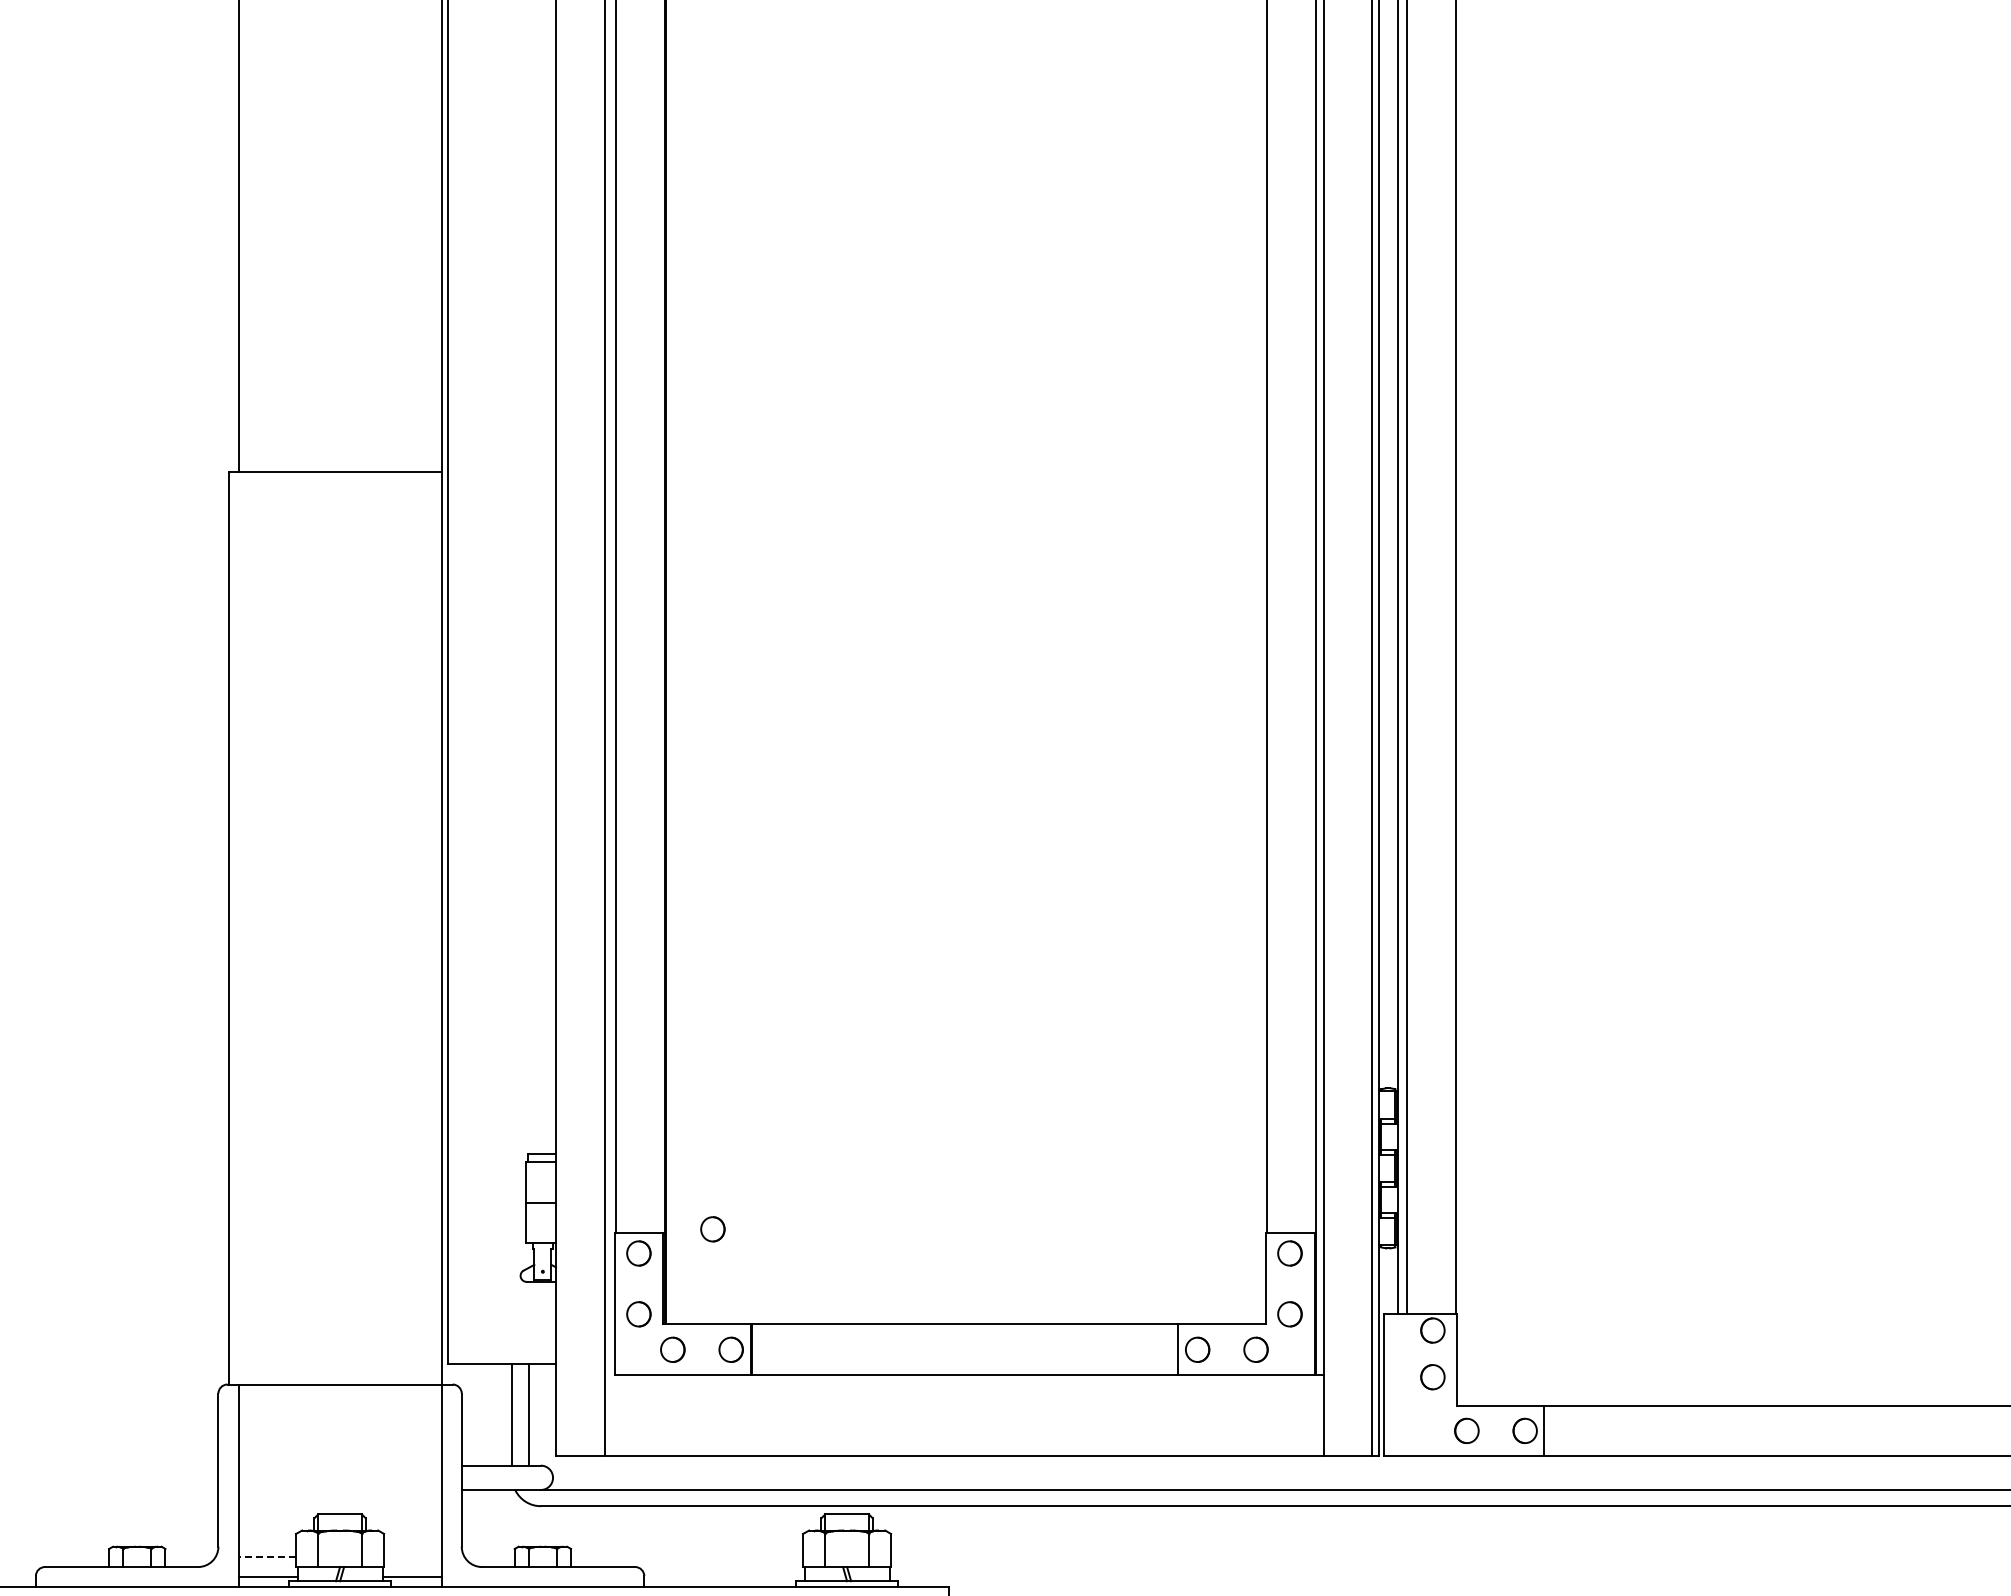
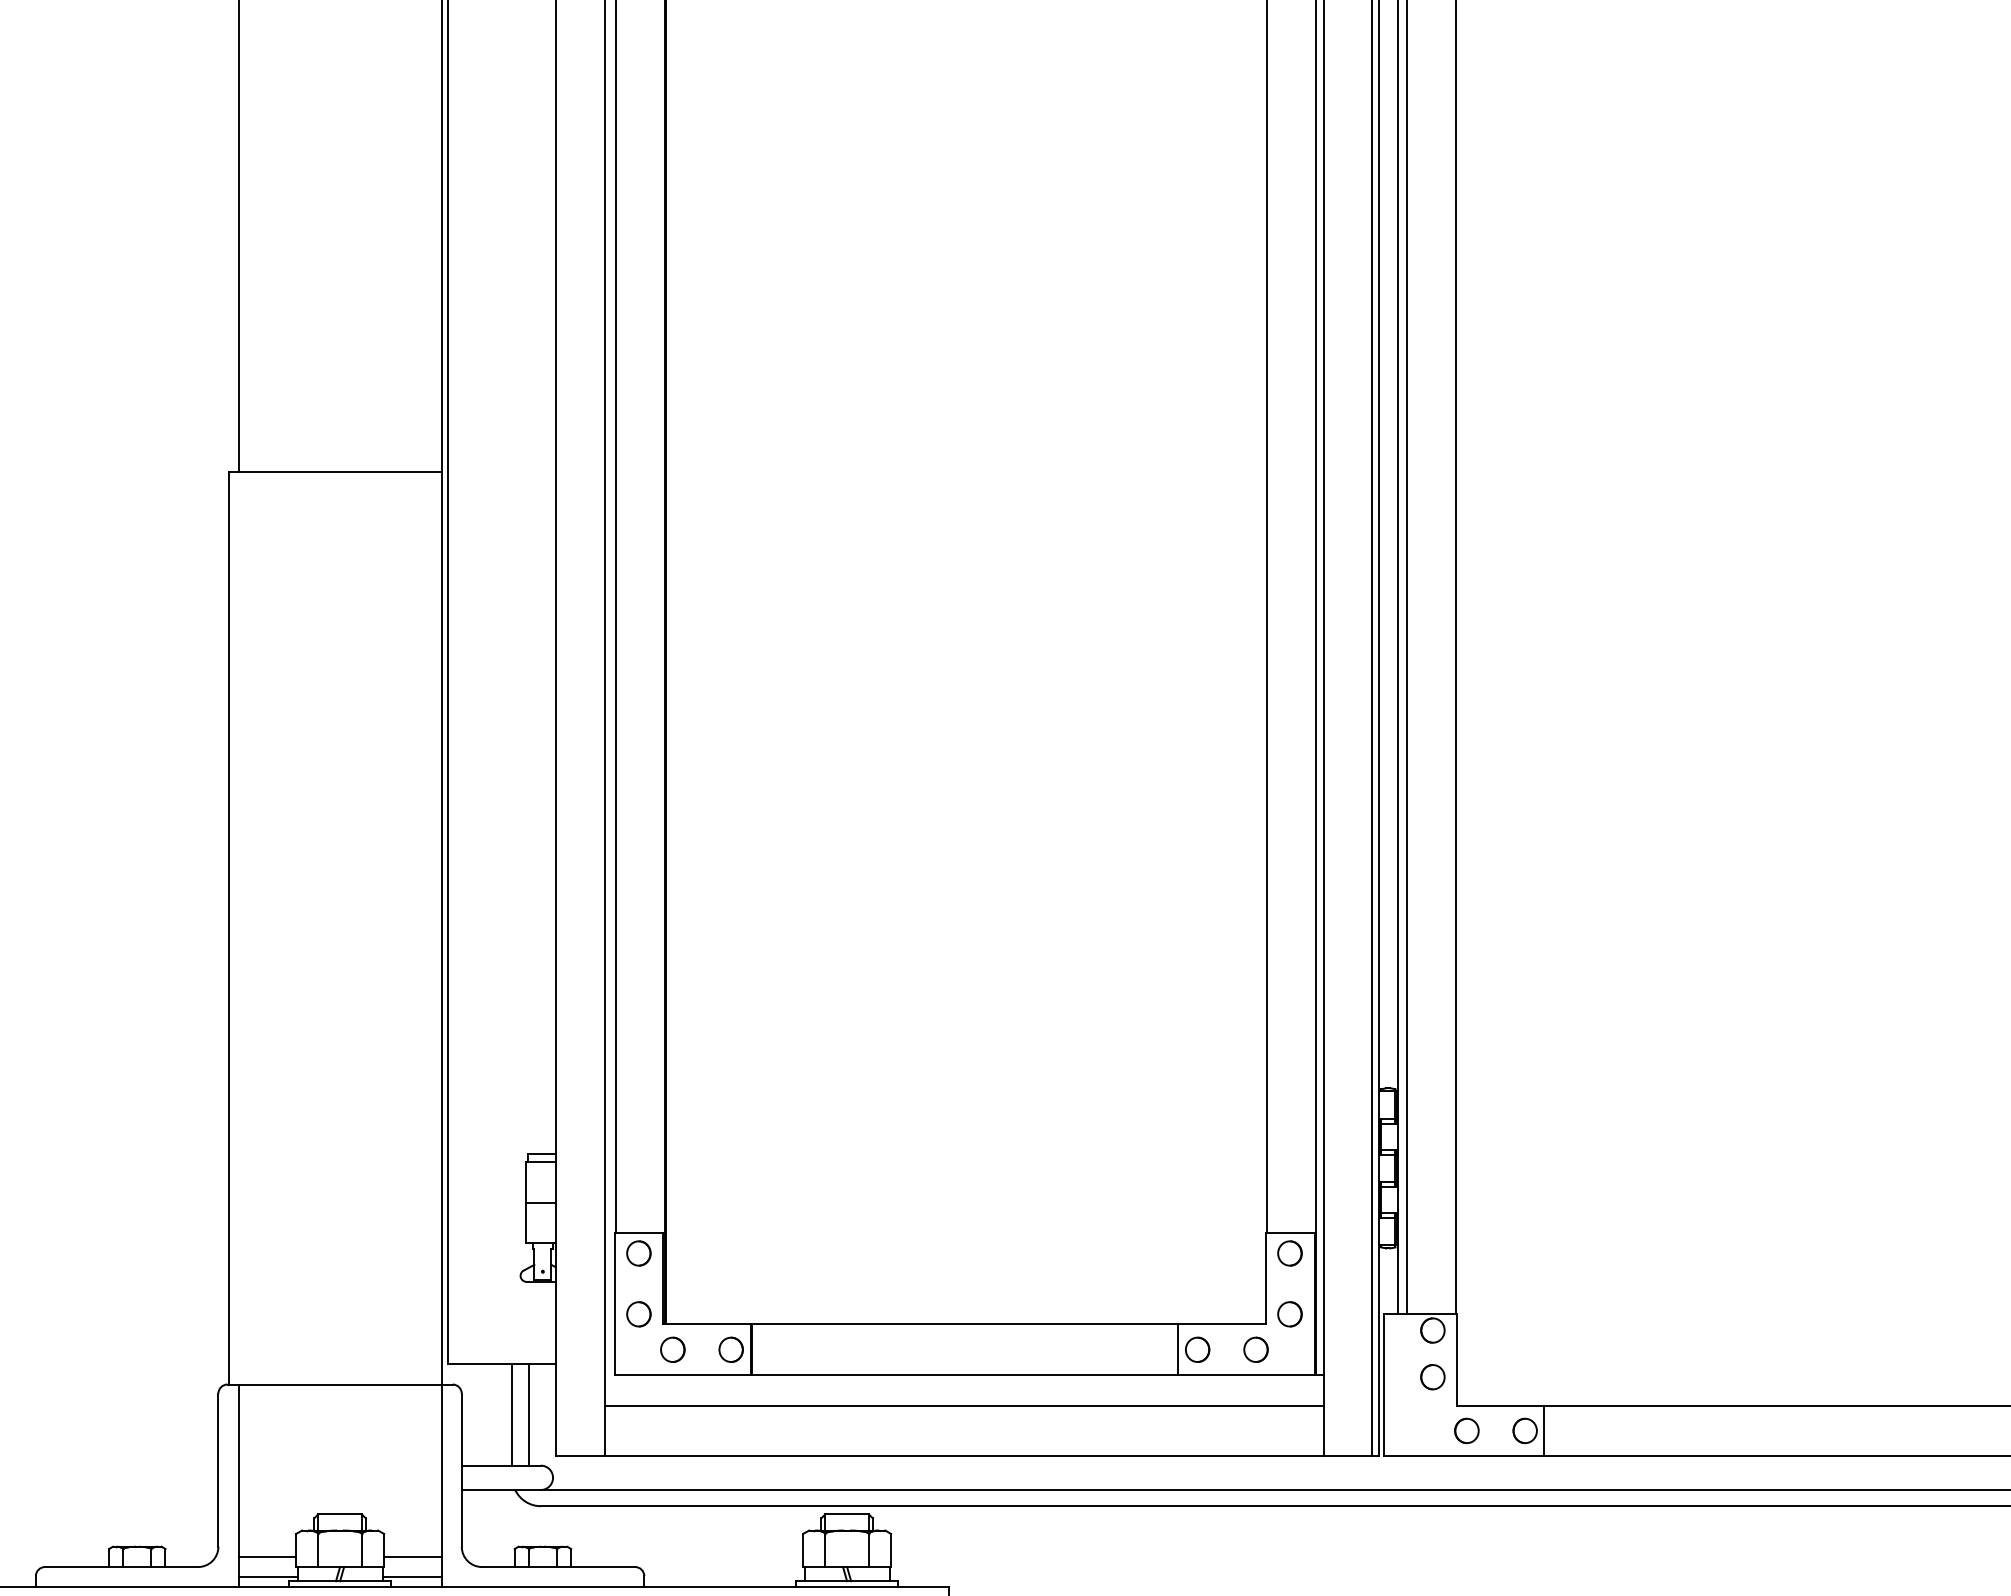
part at (712, 1229): present -> none
line at (963, 1405): none -> present
line at (267, 1556): dashed -> solid
line at (412, 1556): none -> present
